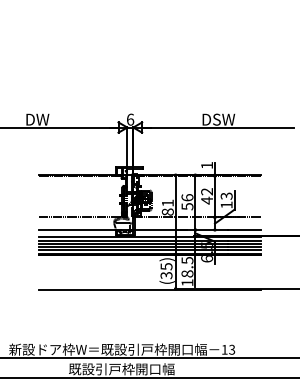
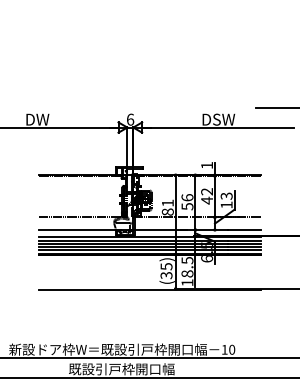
line at (276, 107): none -> present
text at (232, 349): 13 -> 10
